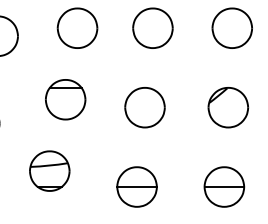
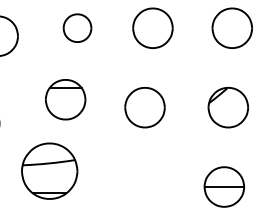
part at (77, 27) size: 43x42 px -> 31x30 px
part at (49, 170) size: 42x42 px -> 58x58 px
part at (136, 186): present -> none
